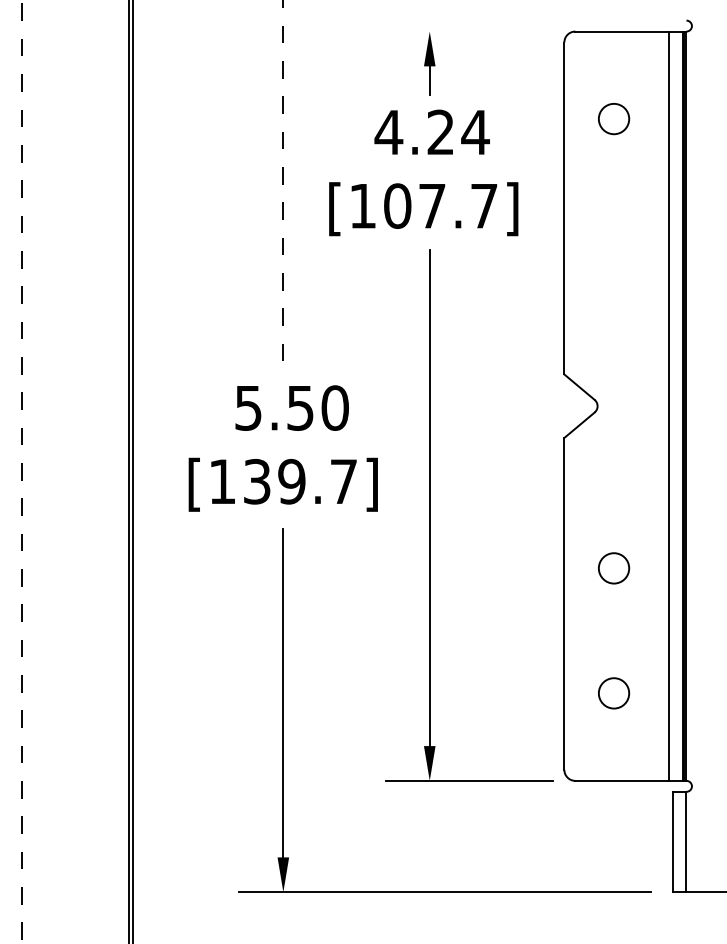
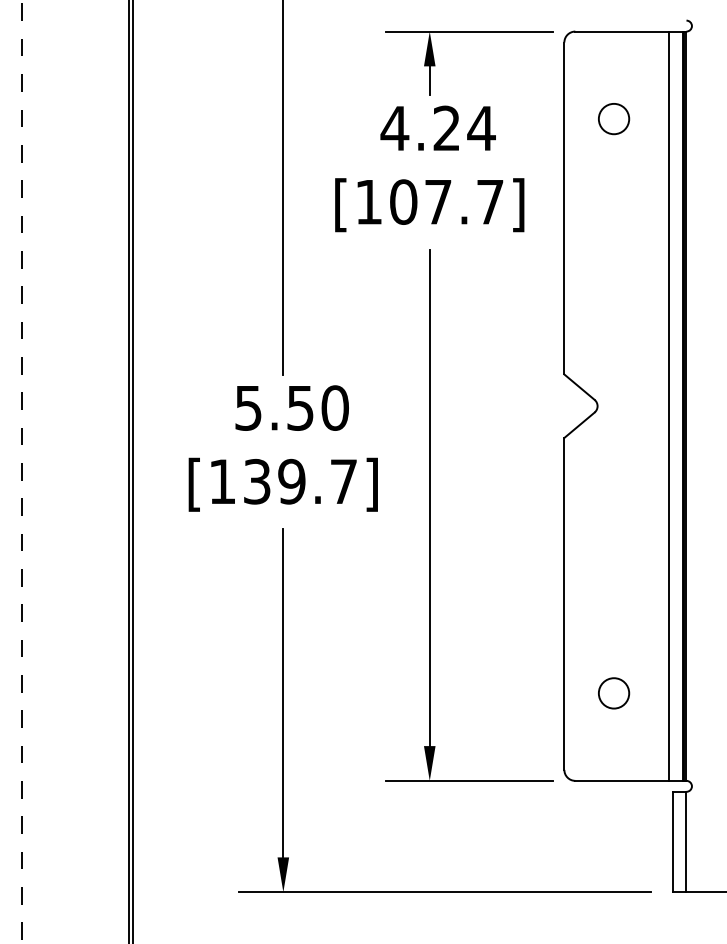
line at (469, 31): none -> present
text at (423, 172) position: (423, 172) -> (429, 168)
line at (283, 187): dashed -> solid
circle at (614, 568): present -> none
